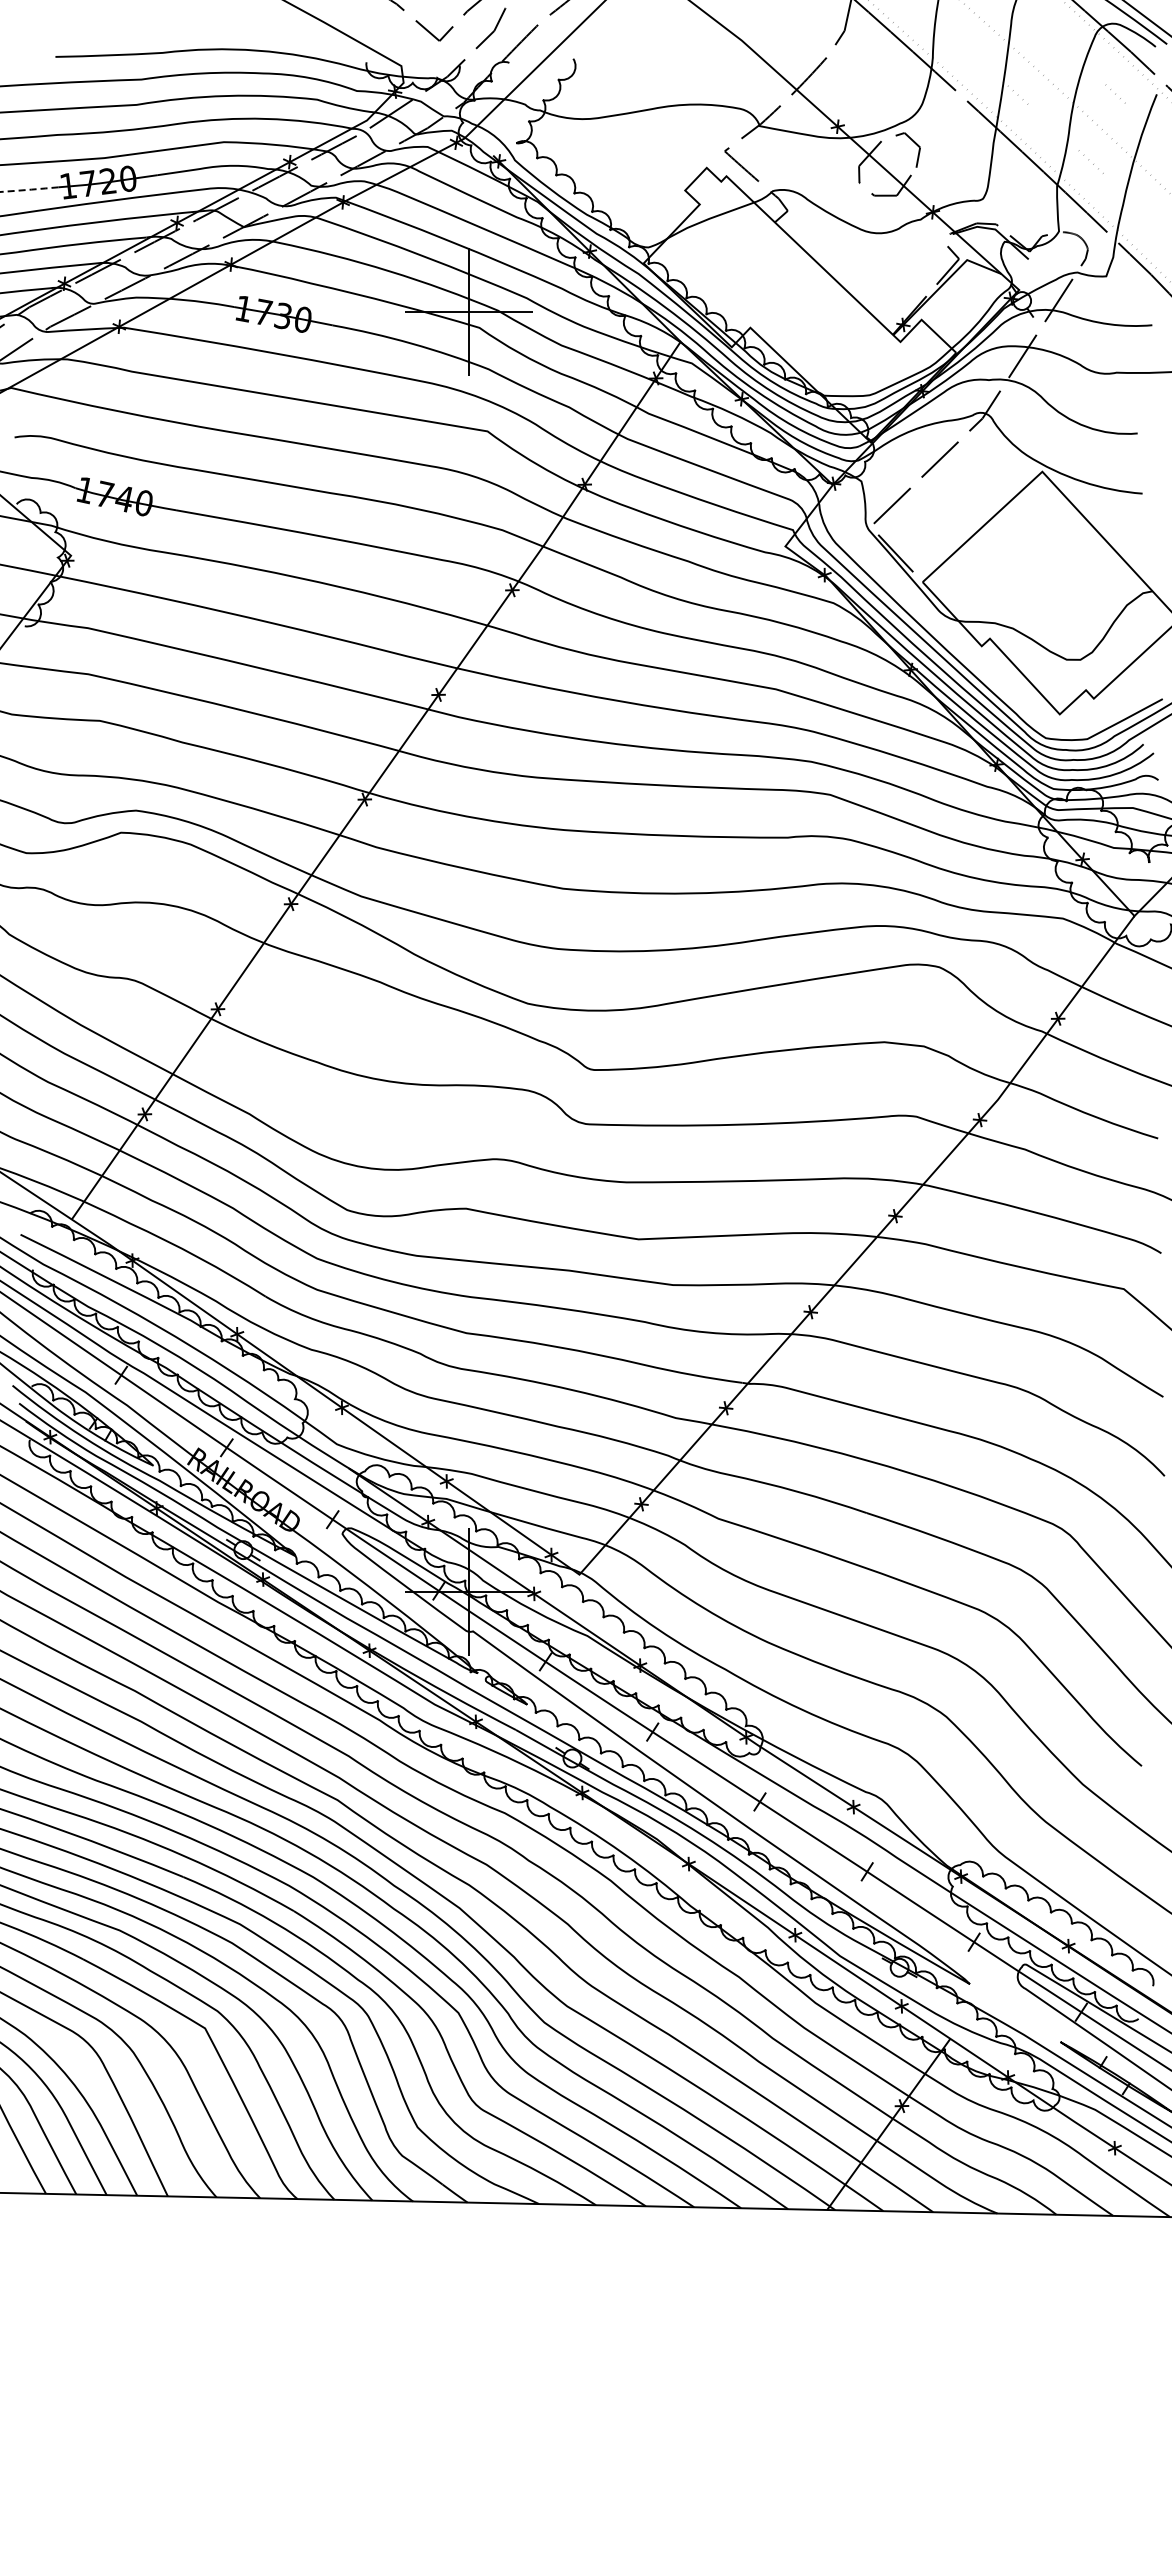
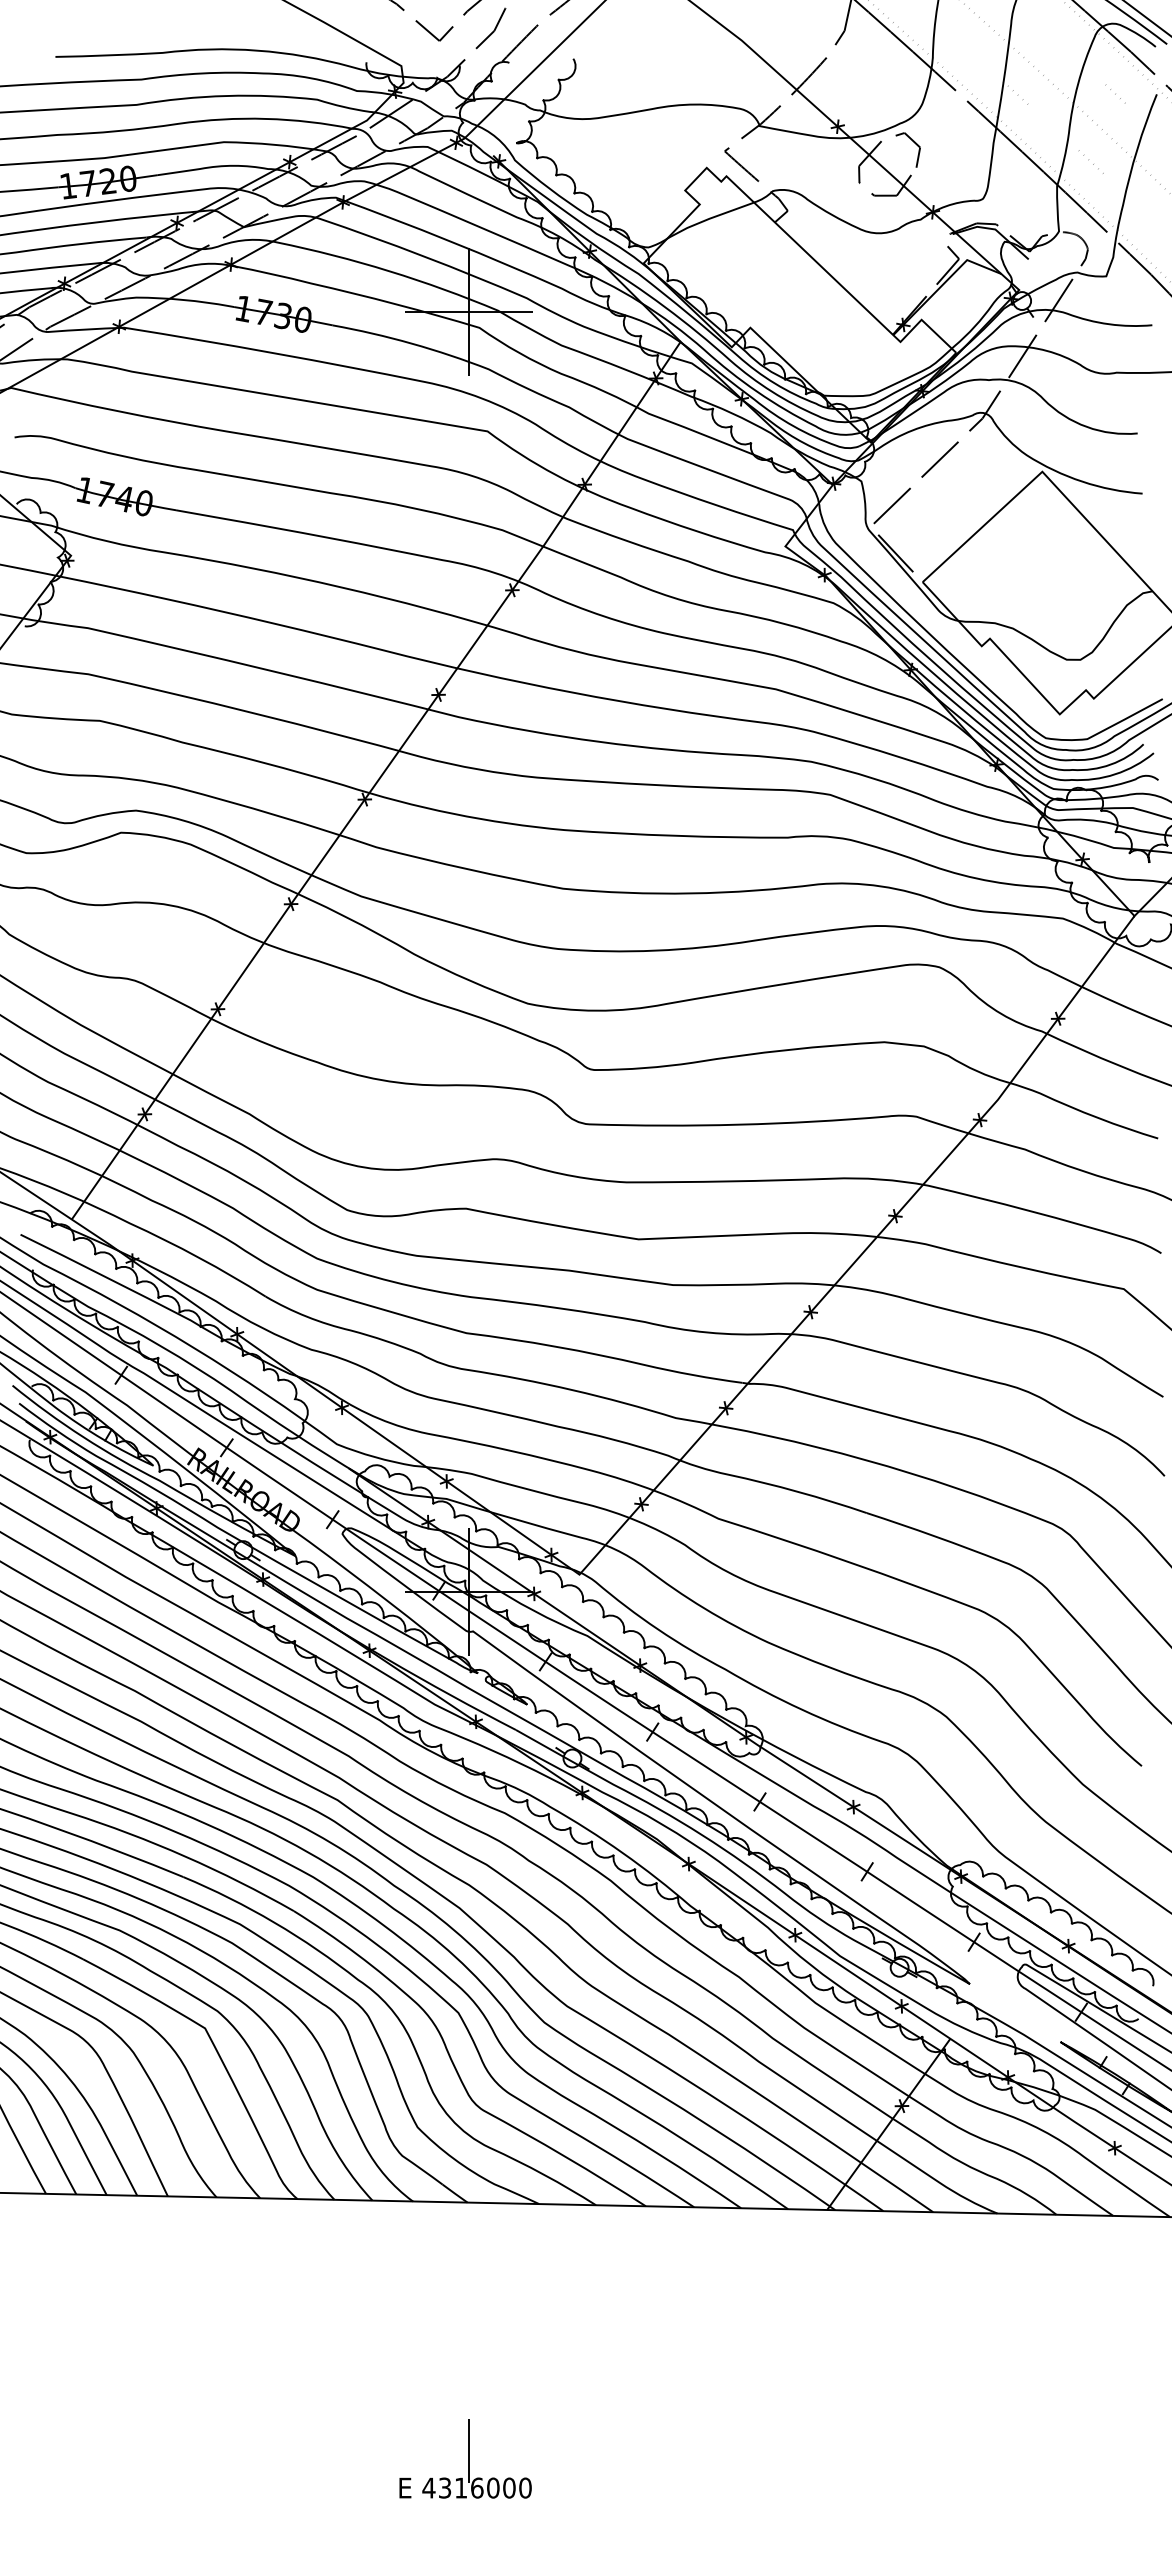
line at (28, 189): dashed -> solid
part at (465, 2458): none -> present
